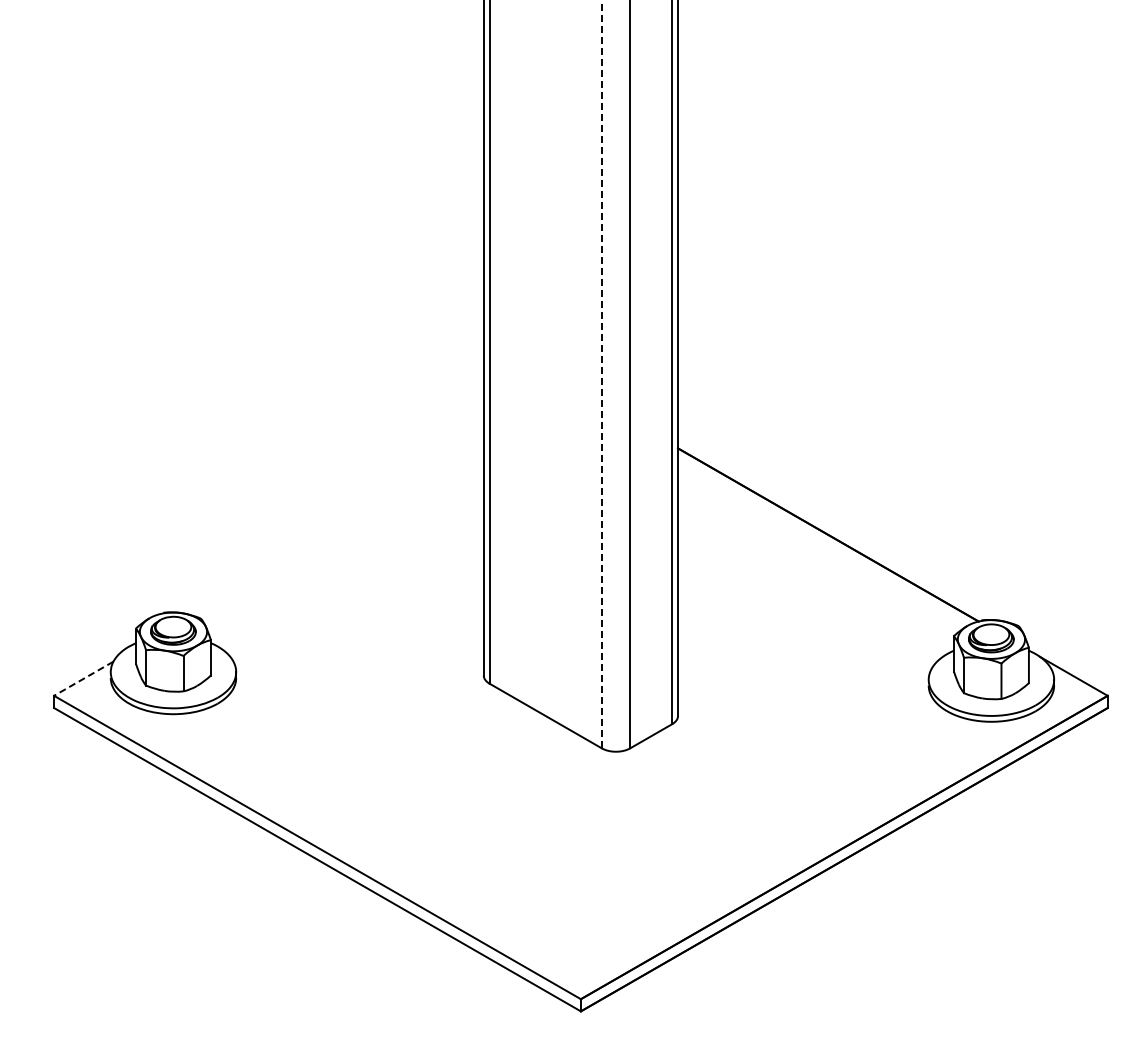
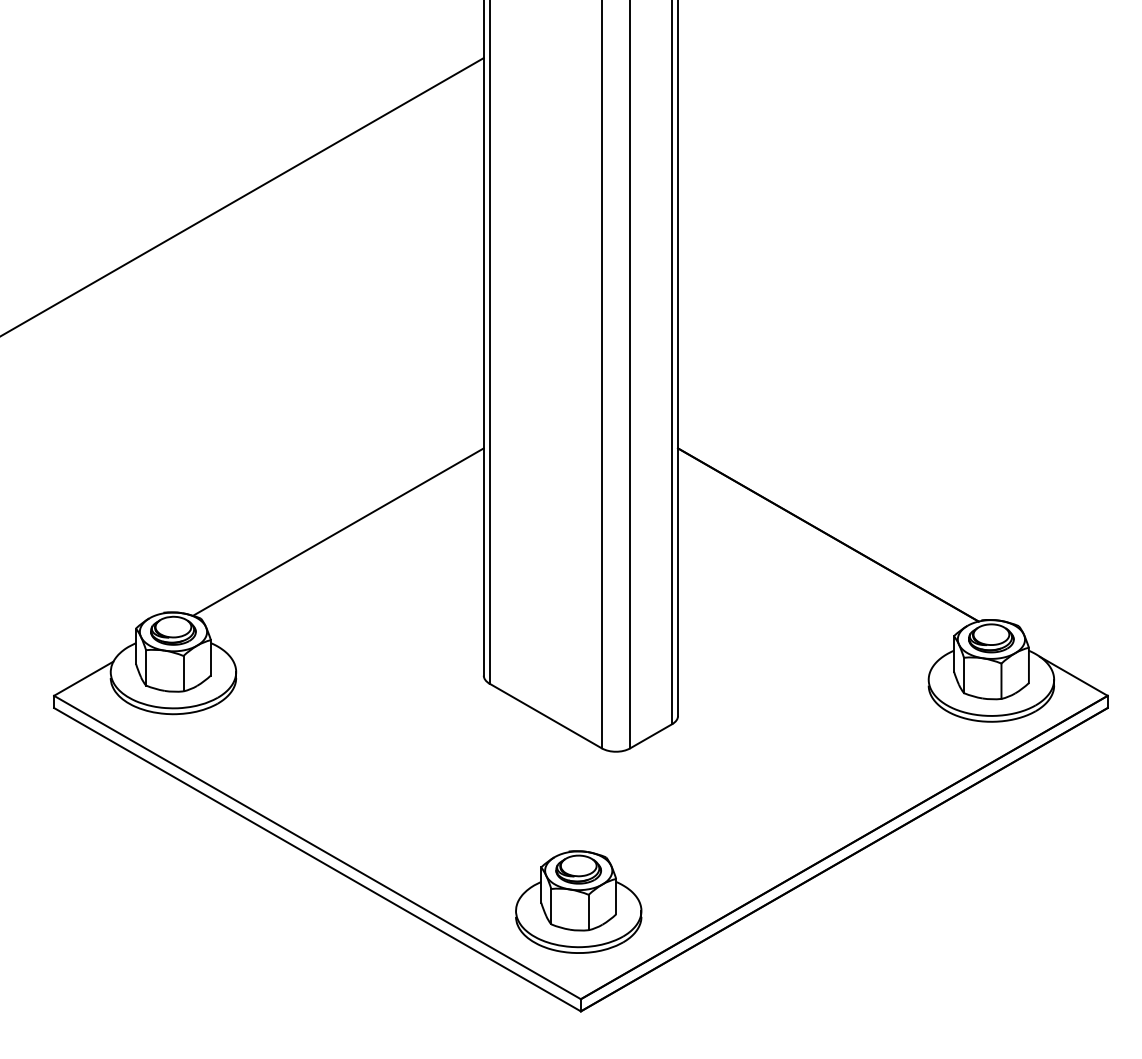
line at (242, 196): none -> present
line at (601, 374): dashed -> solid
line at (338, 531): none -> present
line at (83, 679): dashed -> solid
part at (578, 901): none -> present
